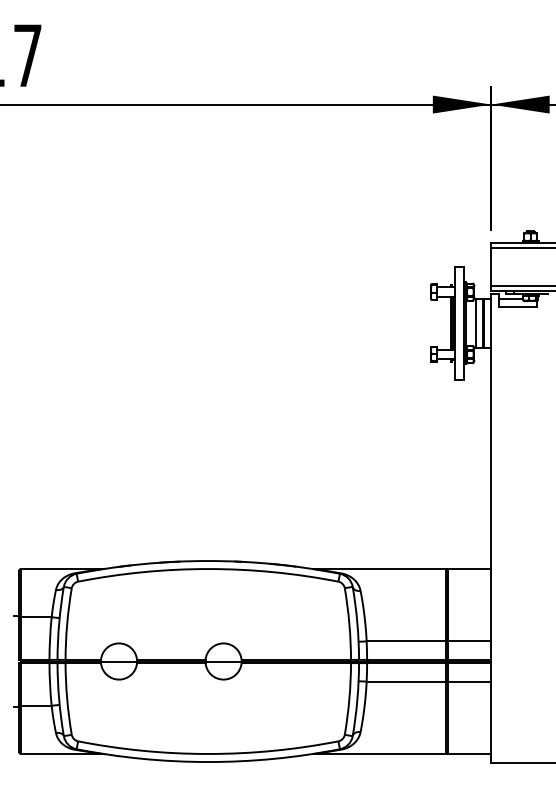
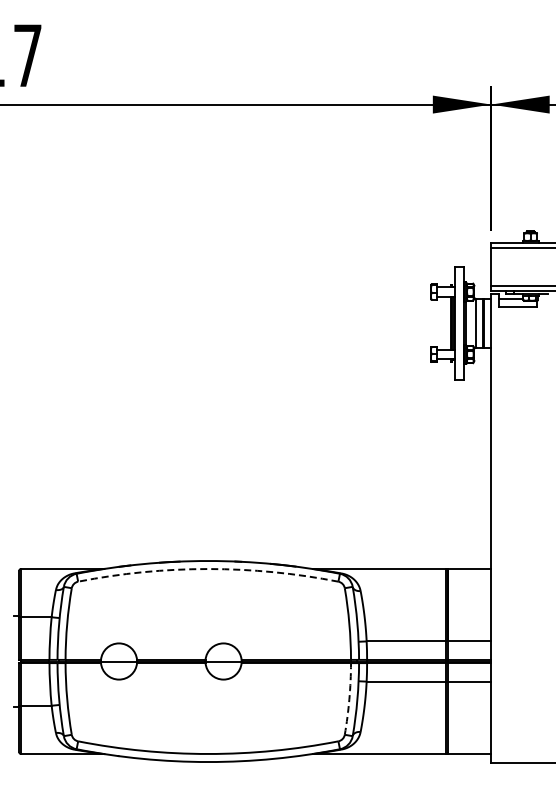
arc at (208, 569): solid -> dashed
arc at (349, 699): solid -> dashed
